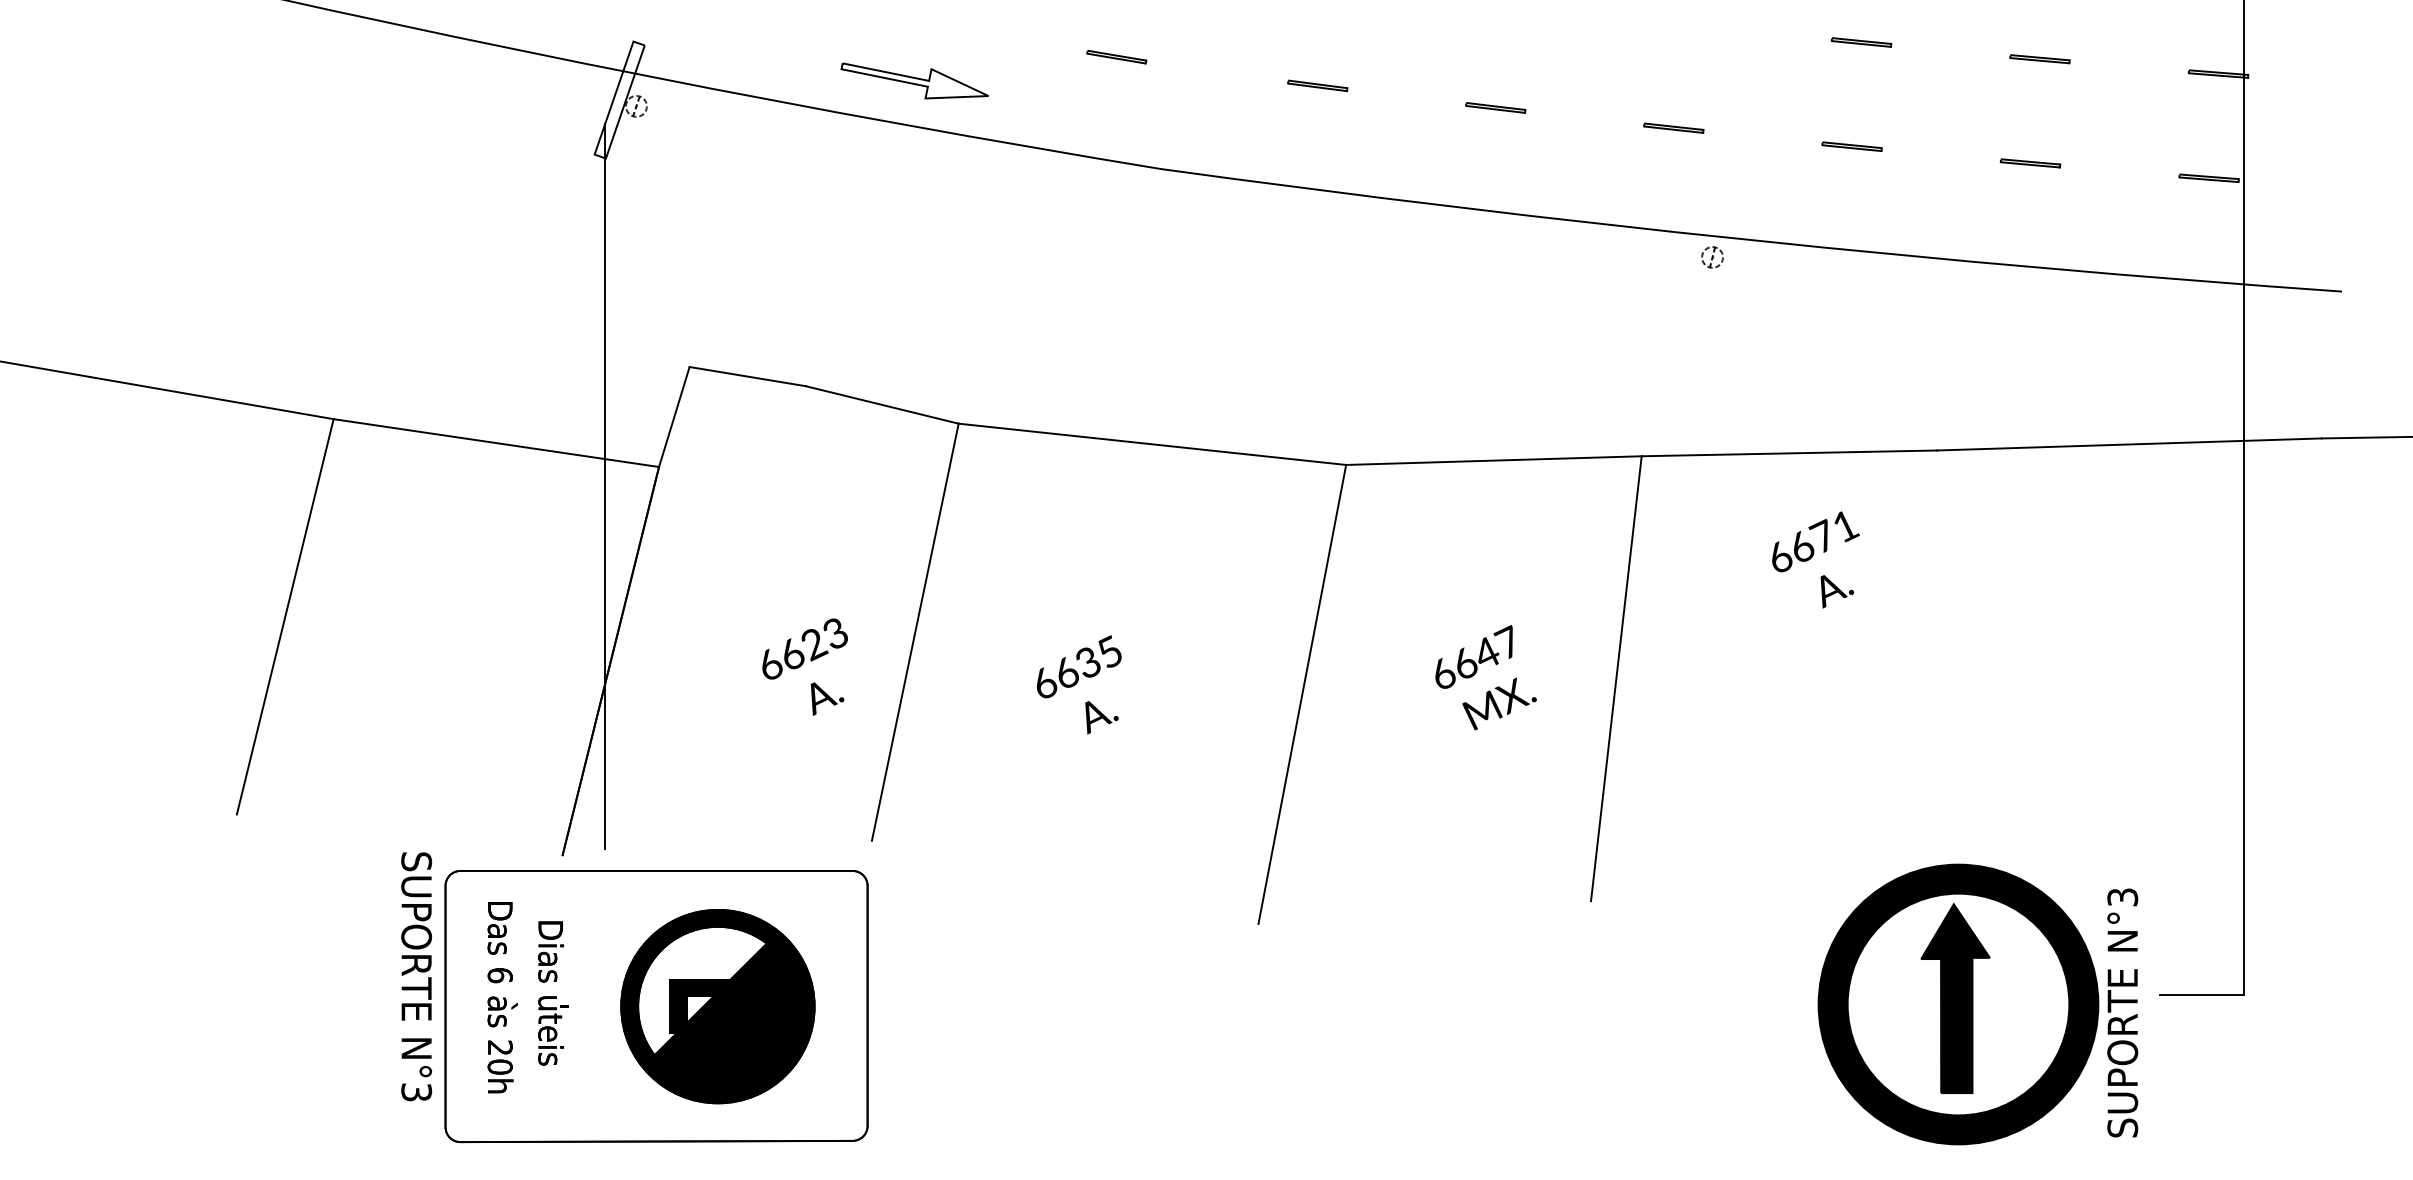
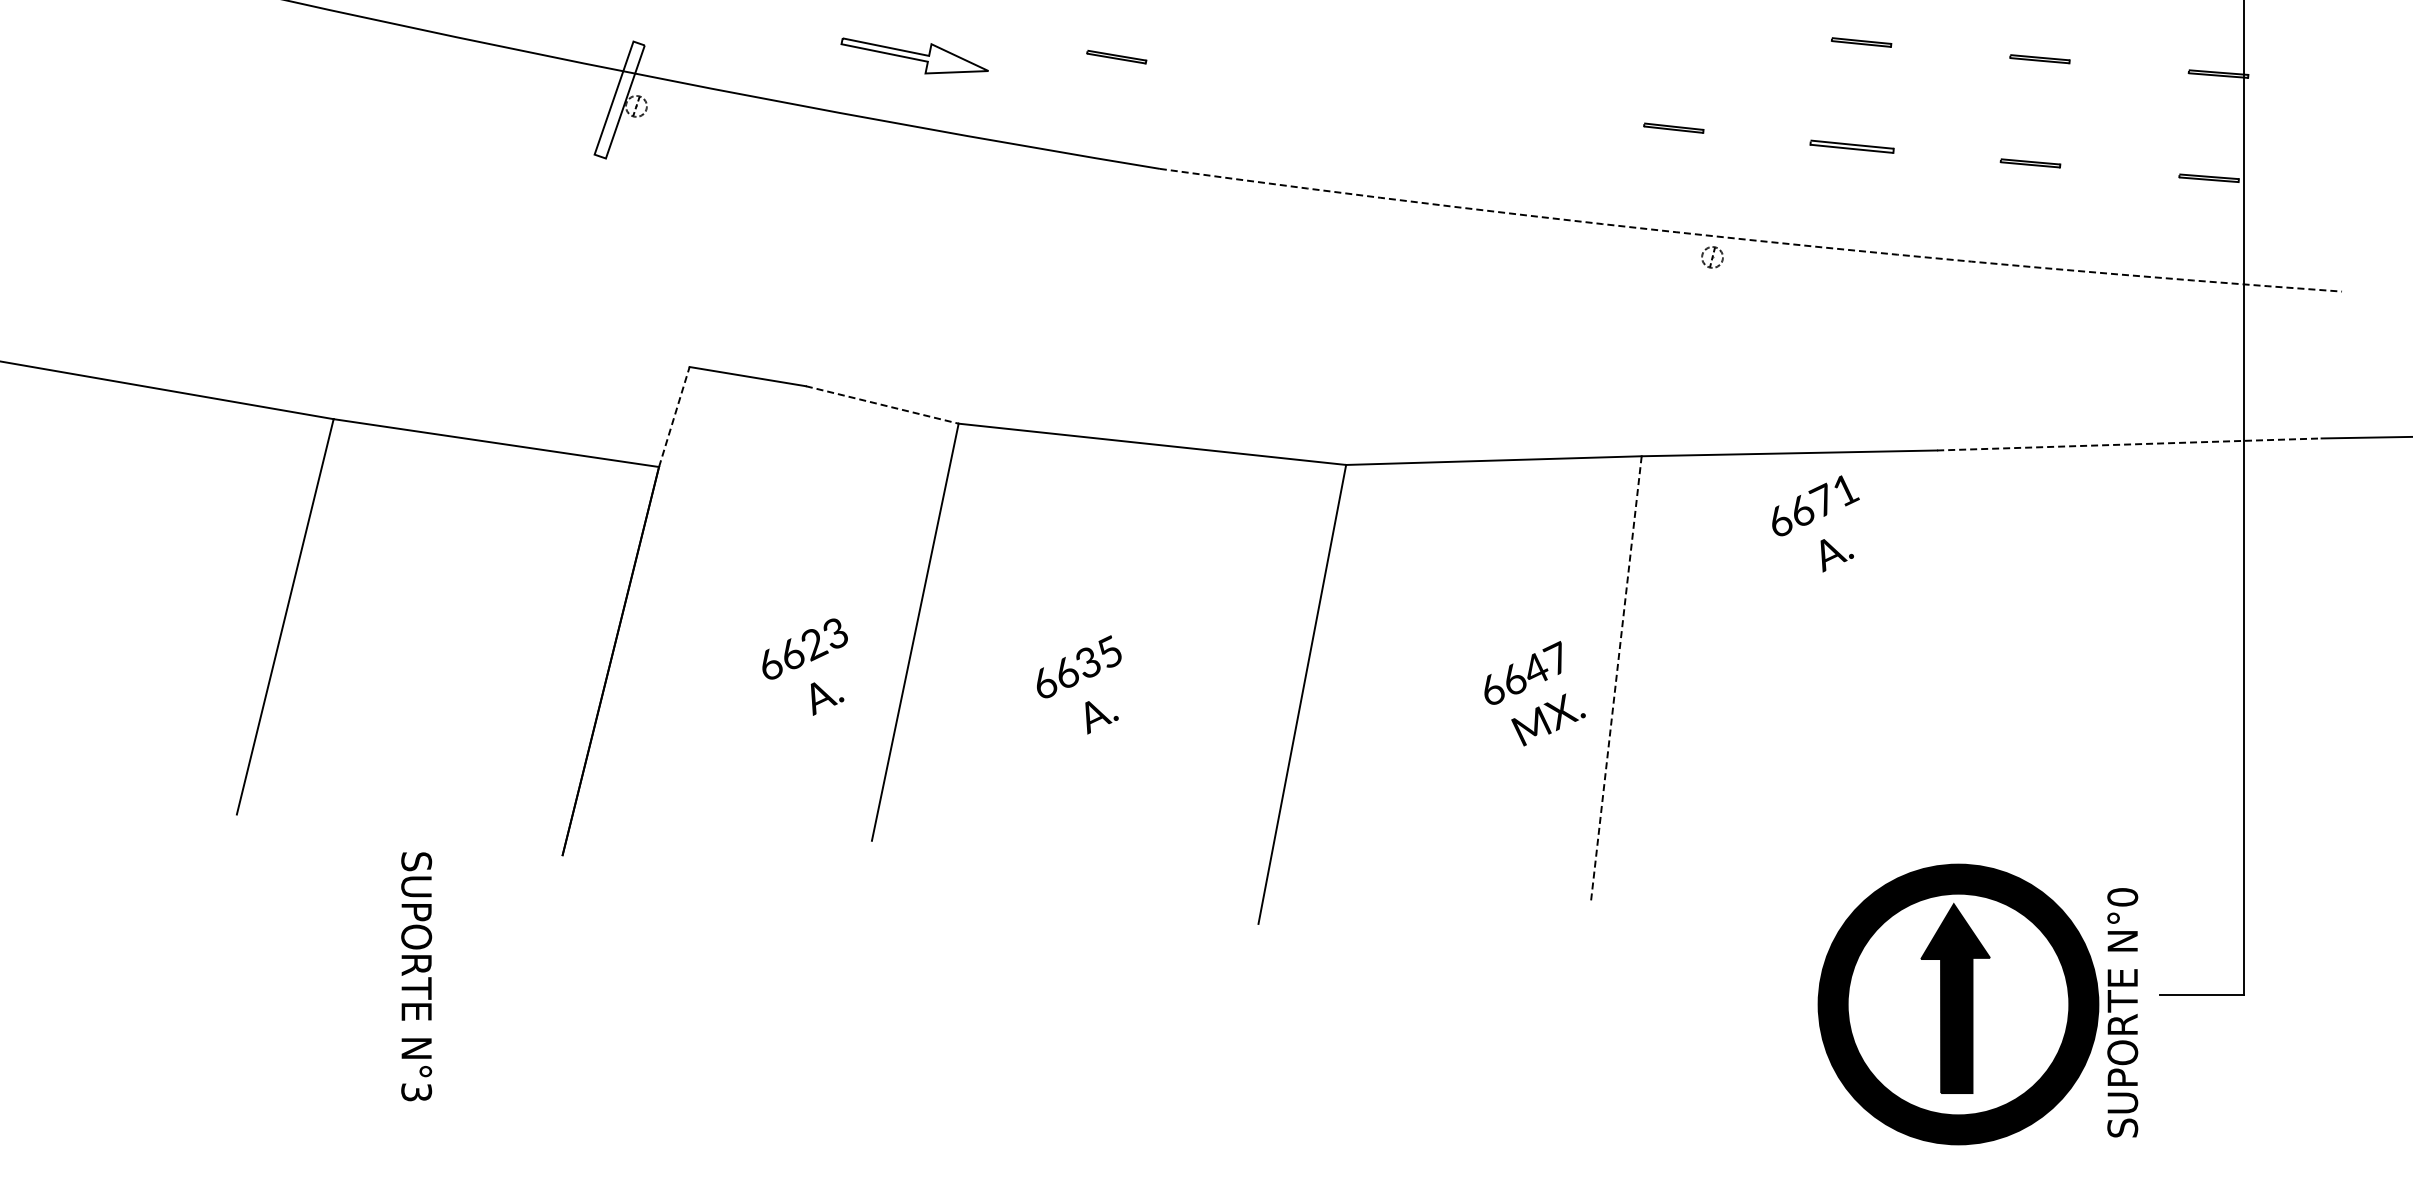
part at (914, 80) position: (914, 80) -> (914, 55)
part at (1317, 85): present -> none
part at (1495, 107): present -> none
part at (1851, 146) size: 62x11 px -> 86x15 px
arc at (1749, 240): solid -> dashed
line at (882, 404): solid -> dashed
line at (674, 416): solid -> dashed
line at (2129, 444): solid -> dashed
line at (605, 485): present -> none
text at (1815, 559) position: (1815, 559) -> (1815, 523)
text at (1485, 677) position: (1485, 677) -> (1534, 693)
line at (1616, 678): solid -> dashed
text at (2122, 897): N°3 -> N°0
part at (656, 1006): present -> none
